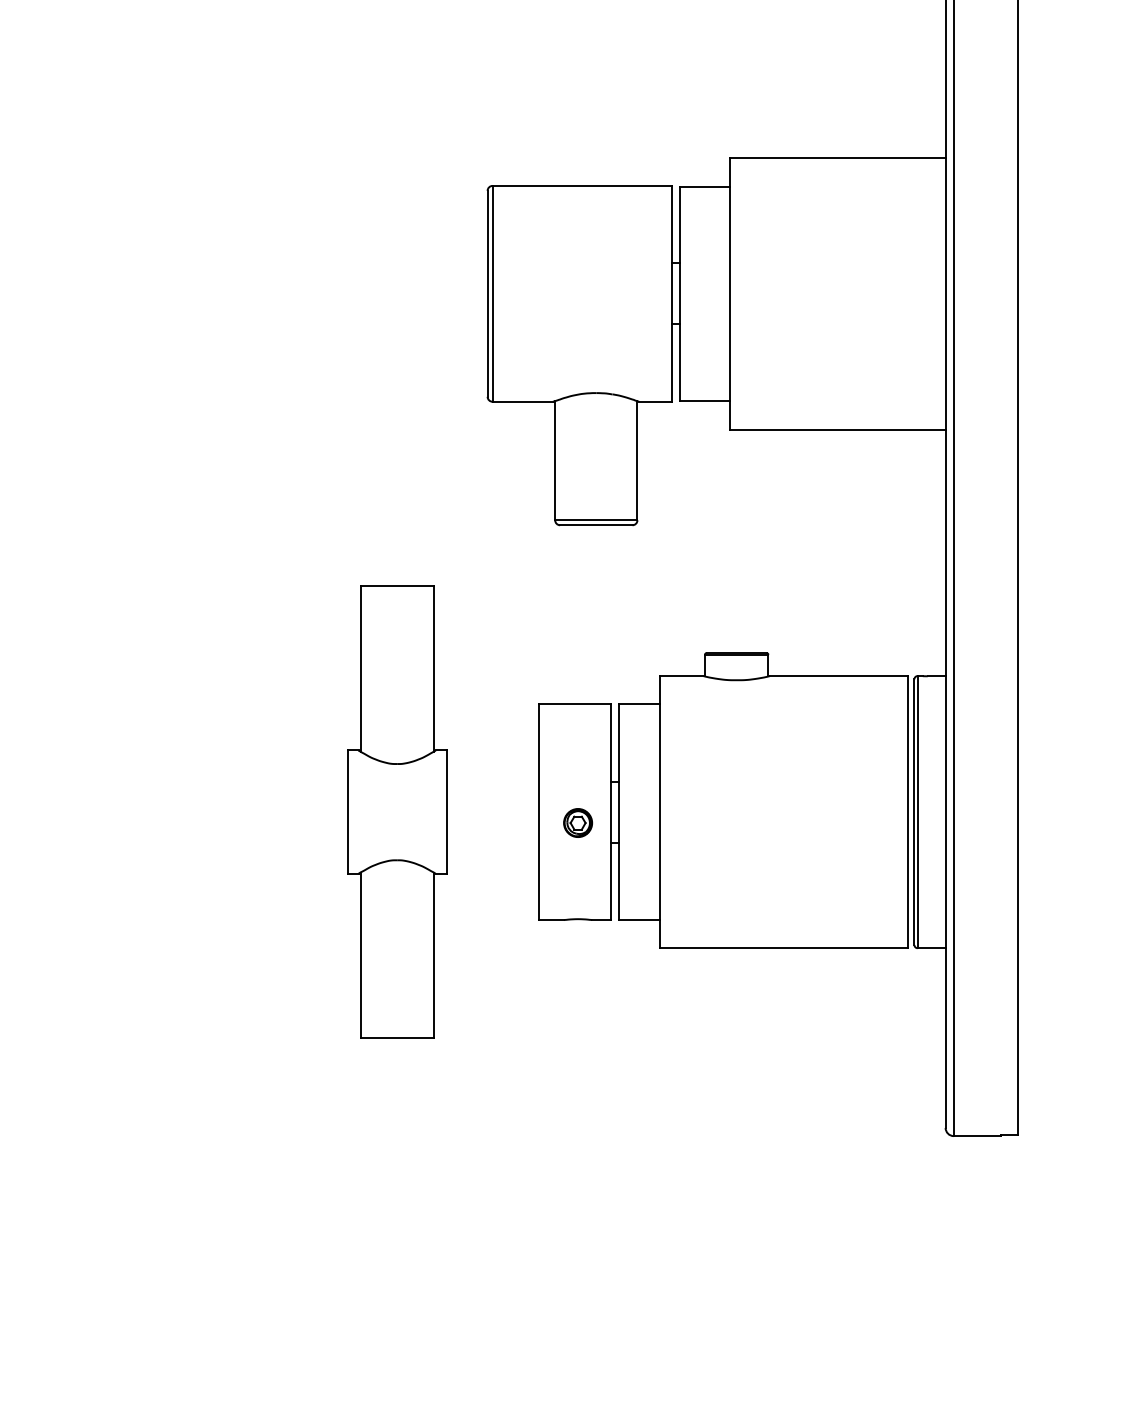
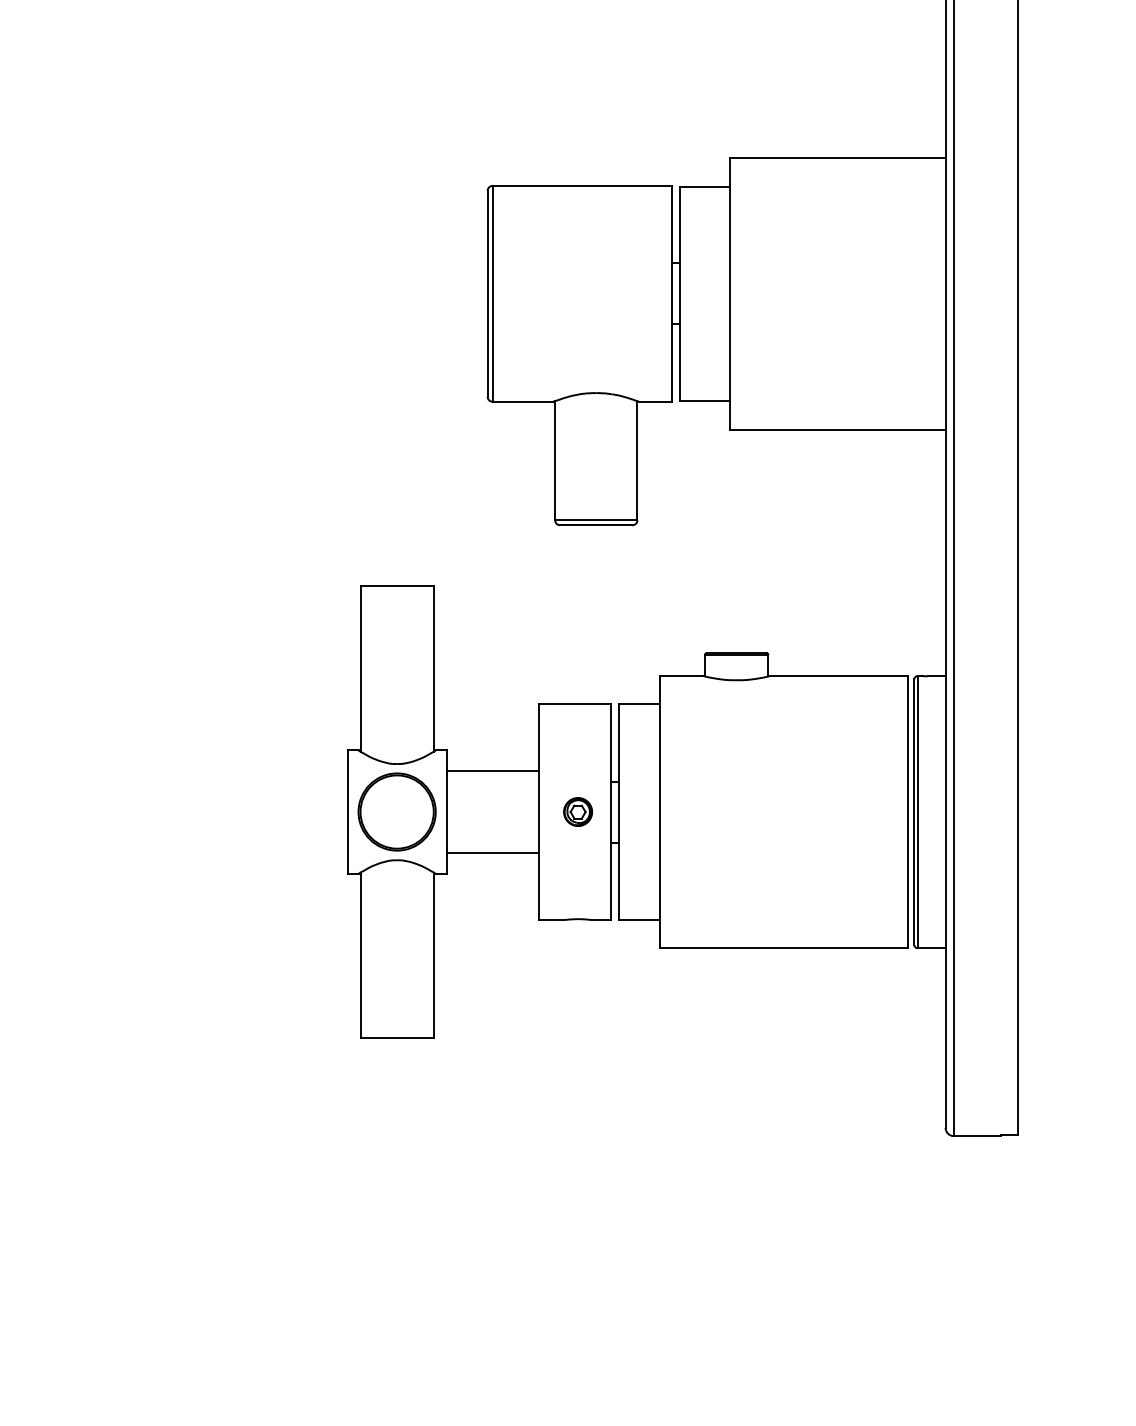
line at (492, 771): none -> present
part at (396, 811): none -> present
part at (577, 822) position: (577, 822) -> (577, 811)
line at (492, 853): none -> present
